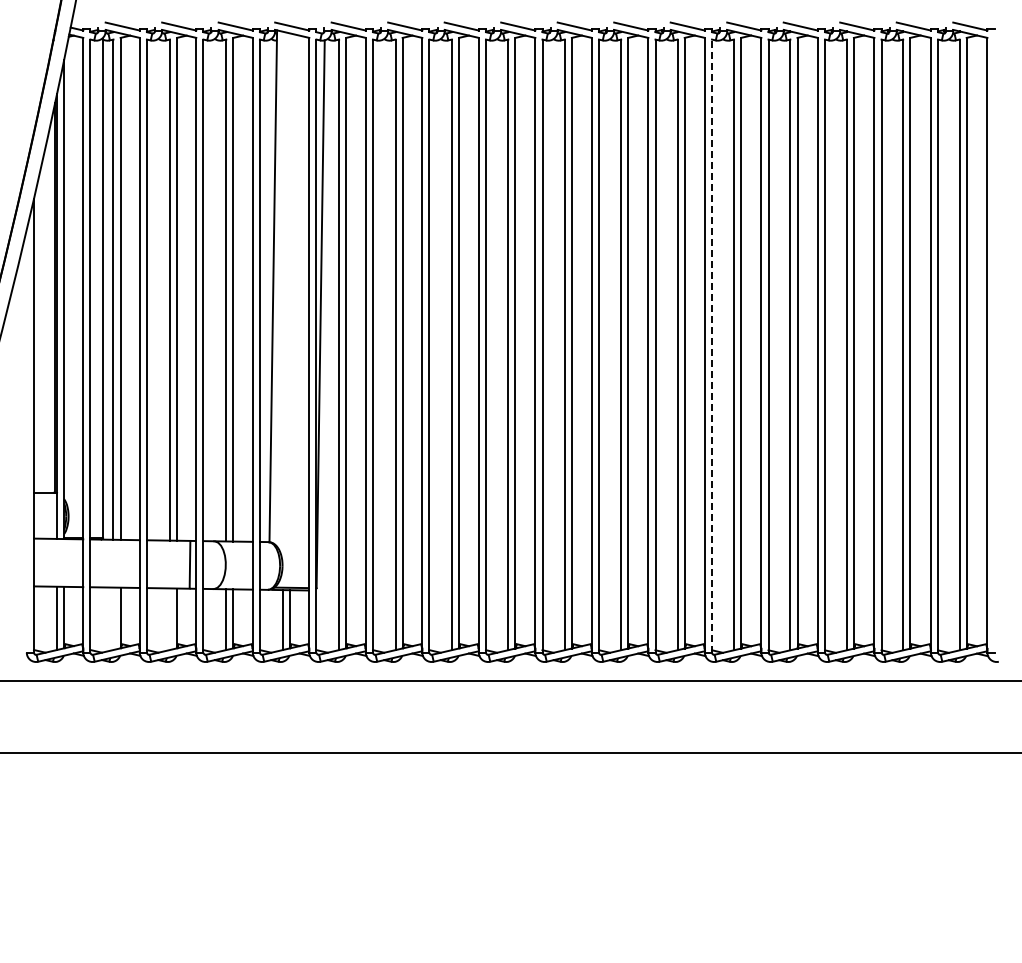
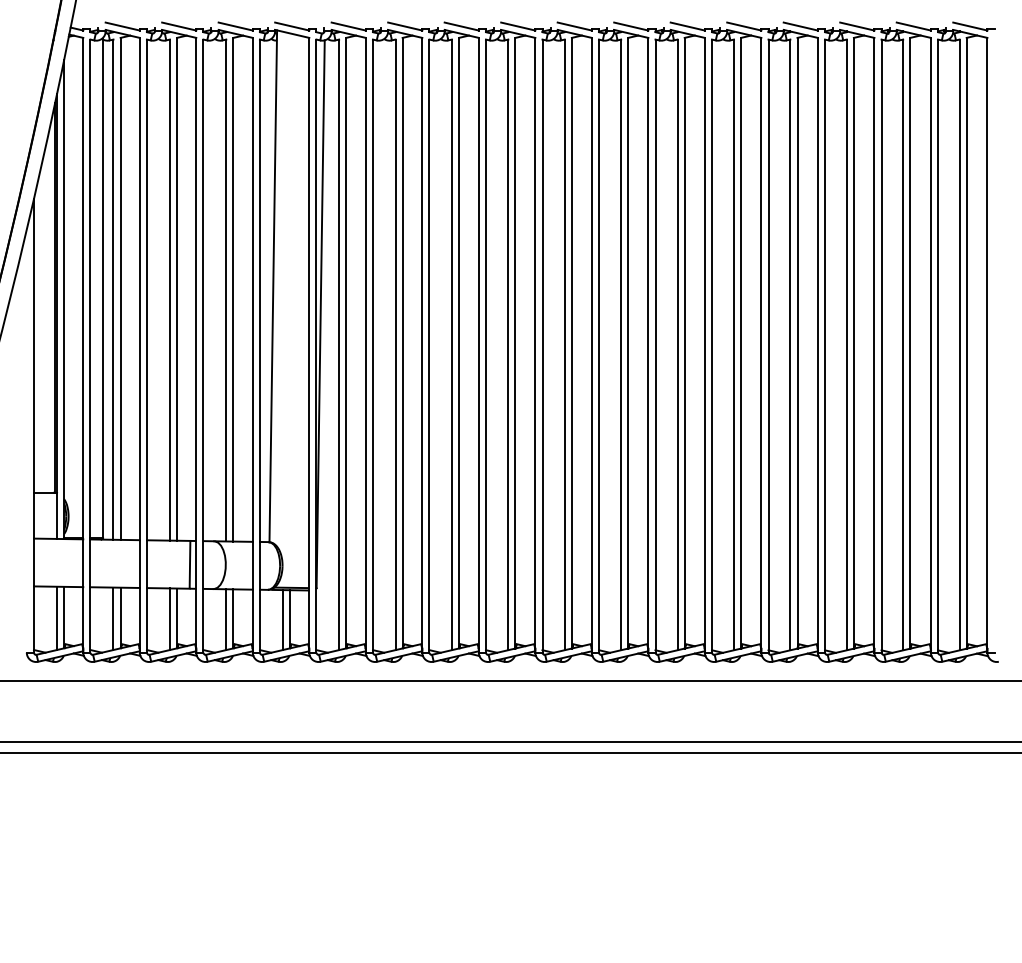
line at (712, 346): dashed -> solid
line at (113, 618): none -> present
line at (169, 619): none -> present
line at (510, 742): none -> present
